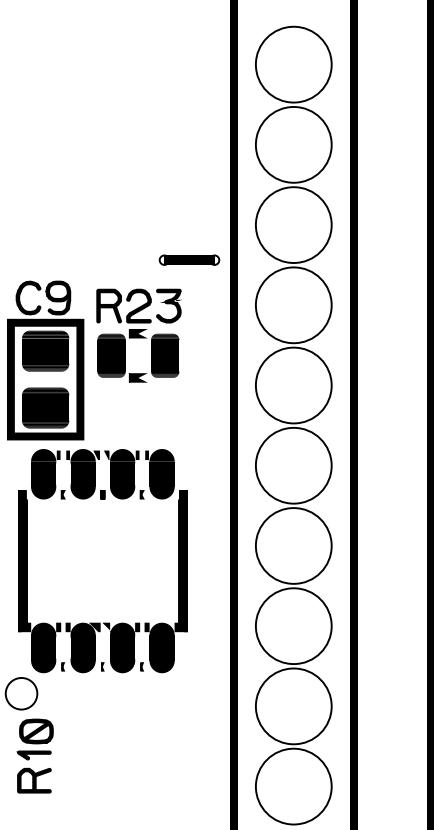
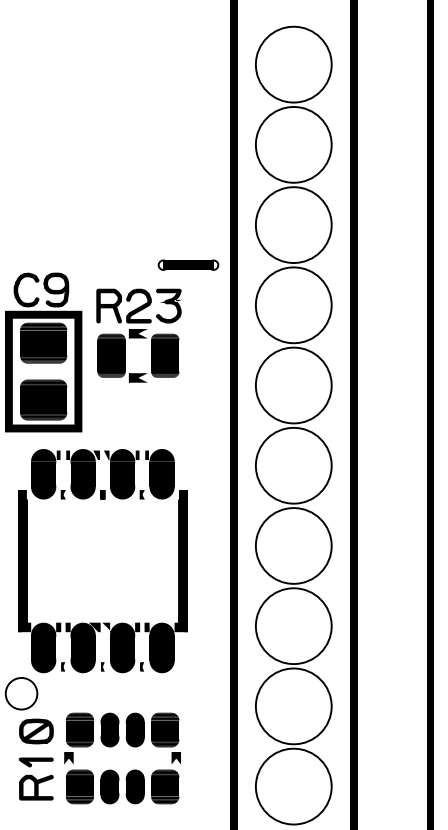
part at (189, 259) position: (189, 259) -> (188, 264)
part at (45, 360) position: (45, 360) -> (43, 352)
part at (114, 746): none -> present
part at (33, 771) position: (33, 771) -> (35, 778)
